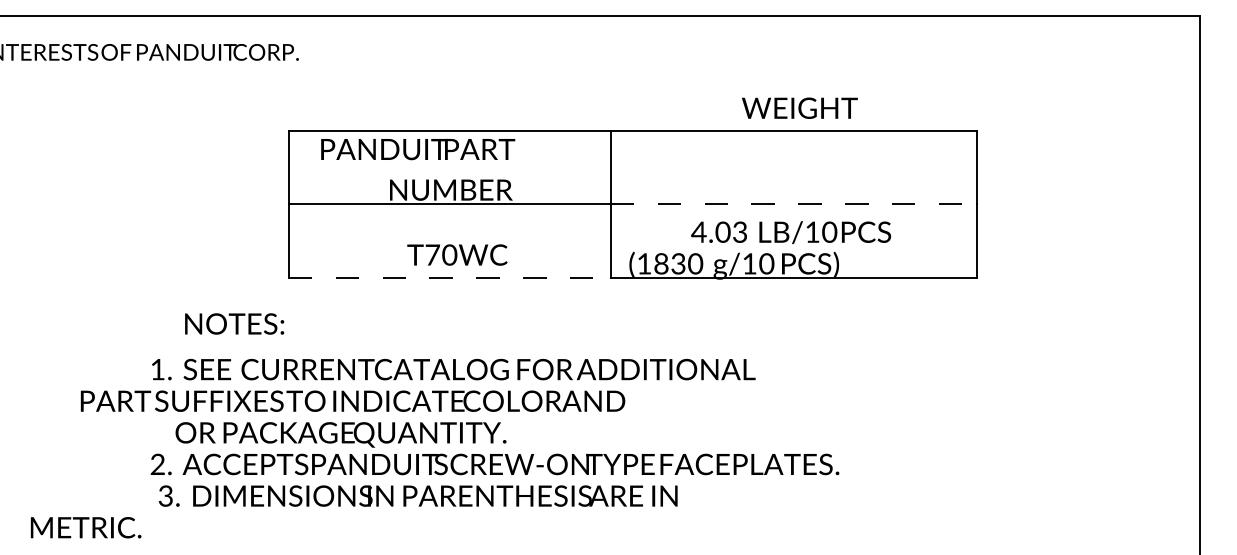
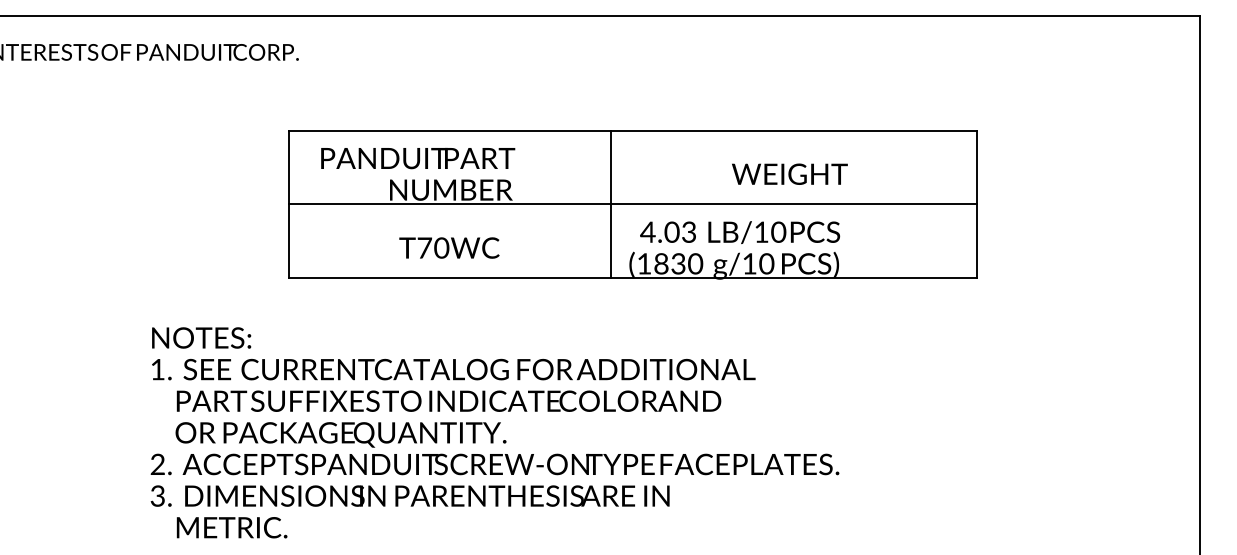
text at (799, 107) position: (799, 107) -> (789, 173)
text at (418, 149) position: (418, 149) -> (418, 158)
line at (793, 204): dashed -> solid
text at (791, 232) position: (791, 232) -> (740, 232)
text at (457, 254) position: (457, 254) -> (449, 247)
line at (450, 278): dashed -> solid
text at (234, 323) position: (234, 323) -> (201, 337)
text at (352, 400) position: (352, 400) -> (448, 400)
text at (417, 495) position: (417, 495) -> (409, 495)
text at (85, 527) position: (85, 527) -> (231, 527)
